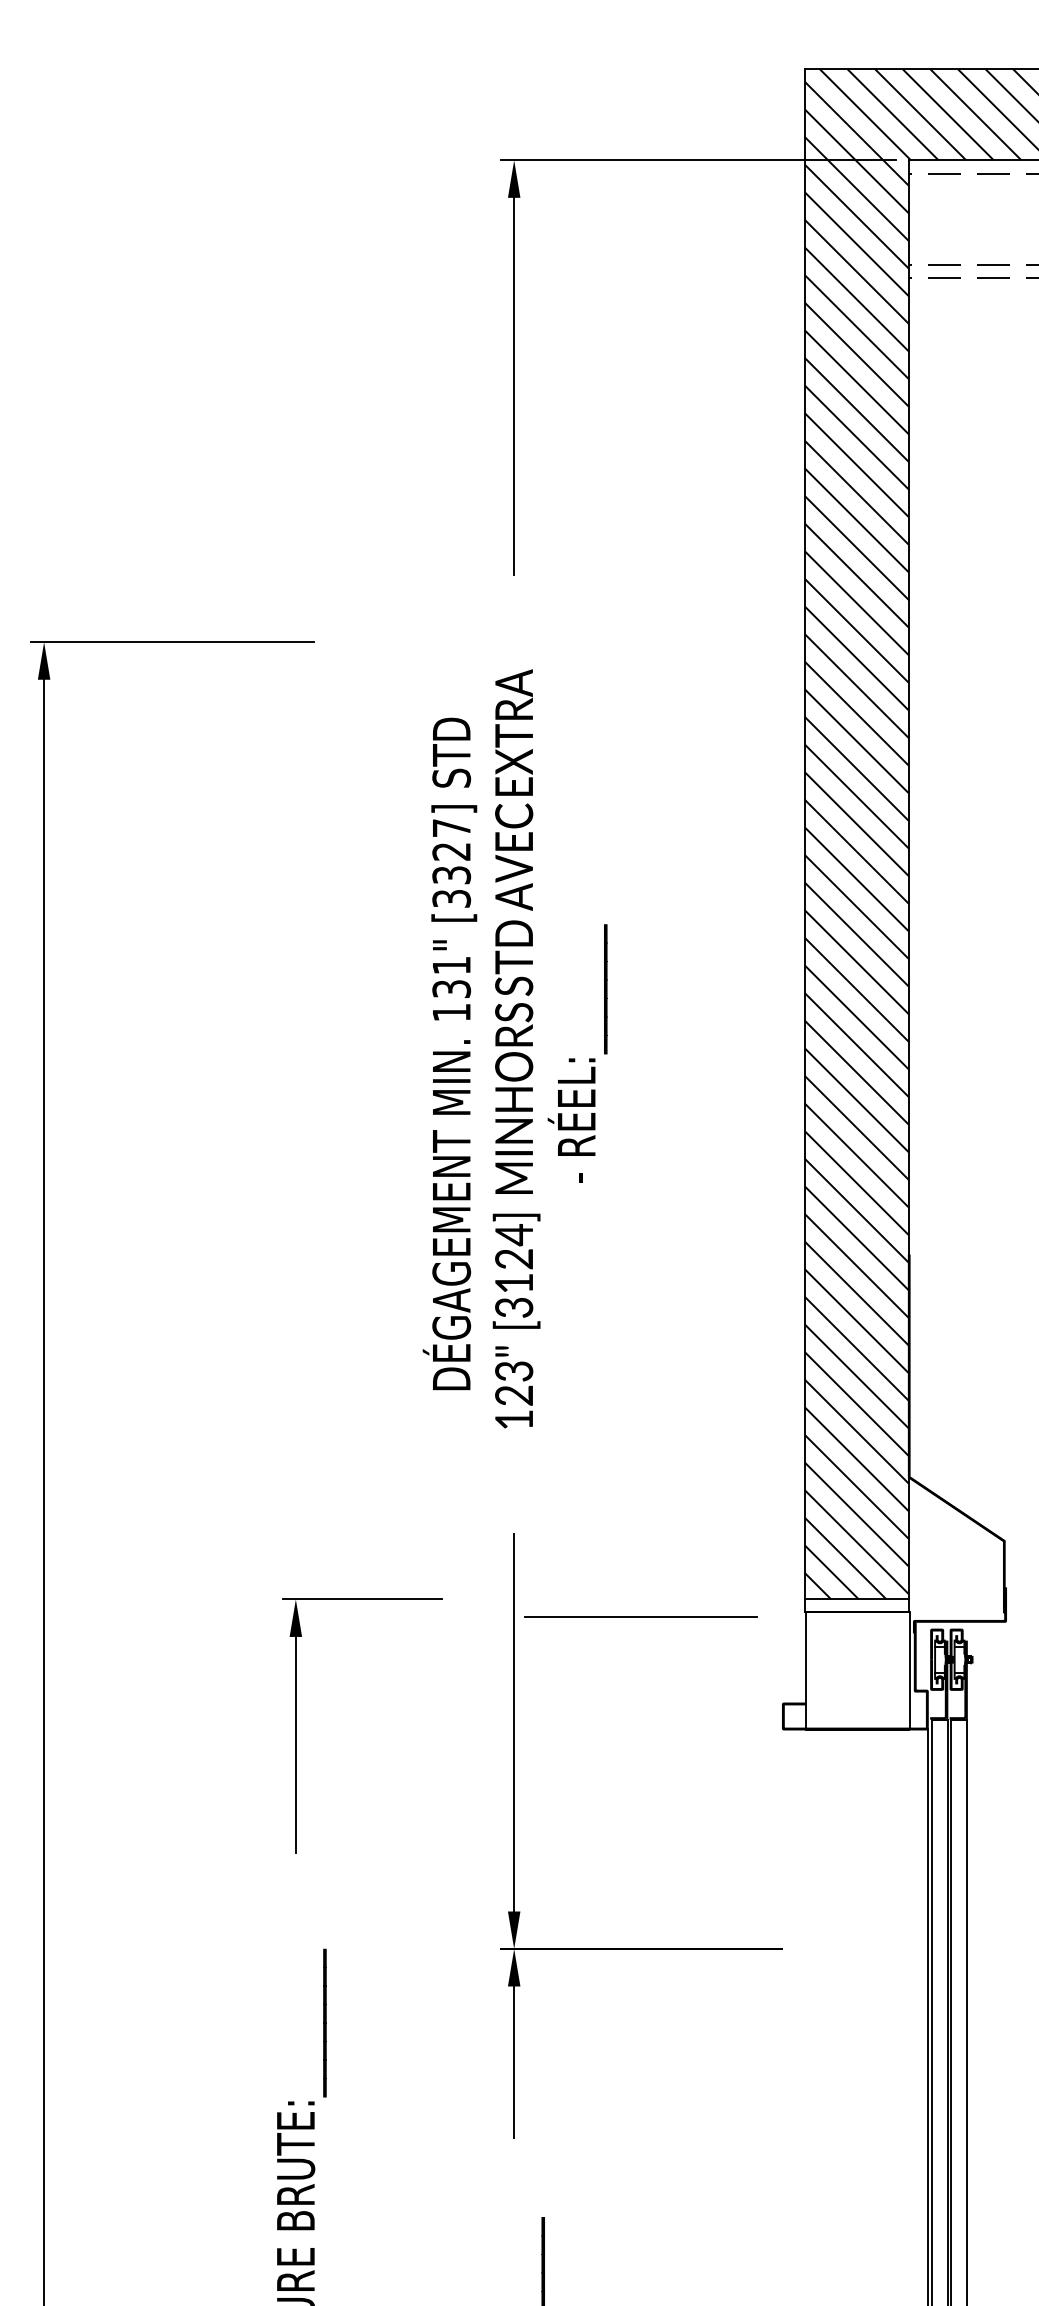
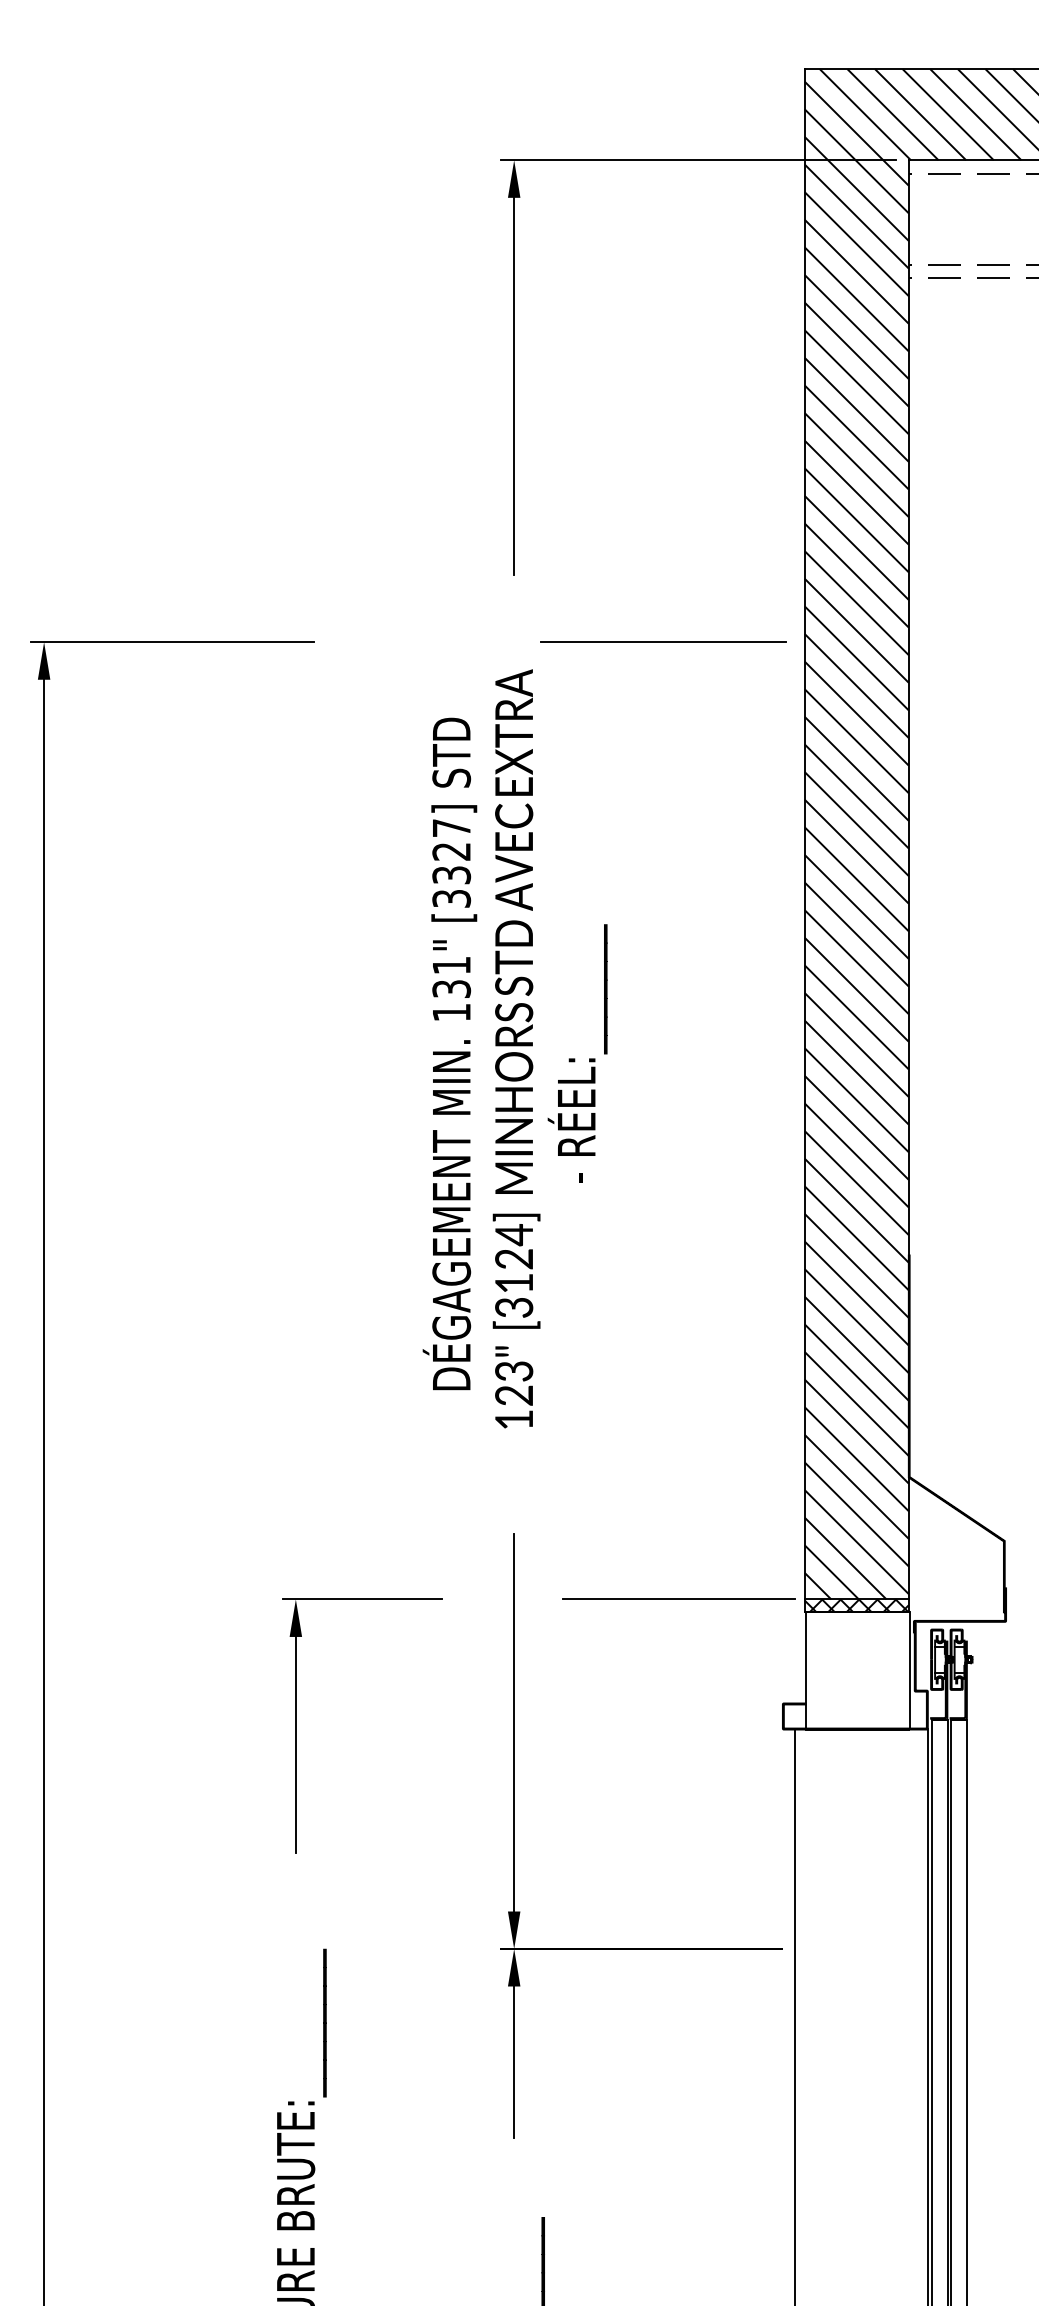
line at (662, 642): none -> present
hatch at (856, 1605): none -> present
line at (640, 1616) position: (640, 1616) -> (678, 1598)
line at (794, 2015): none -> present
